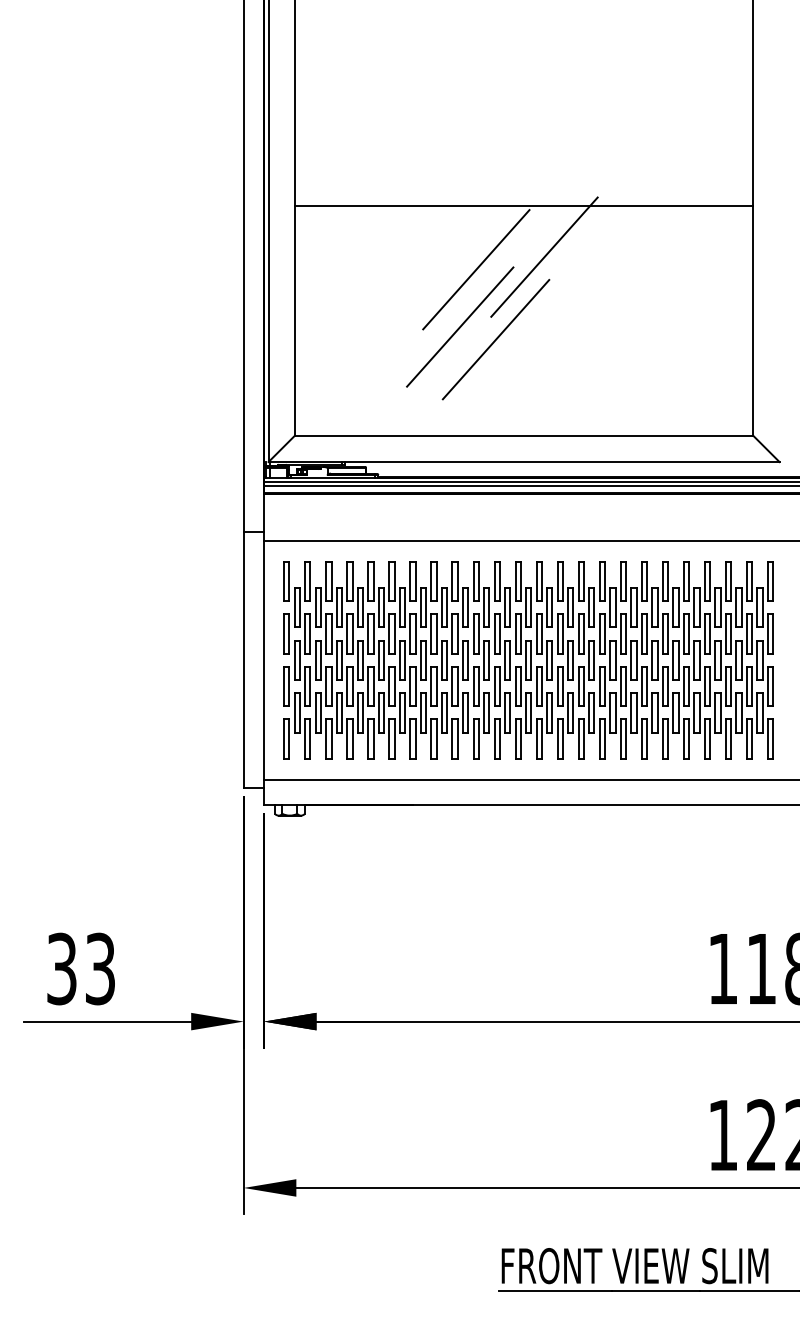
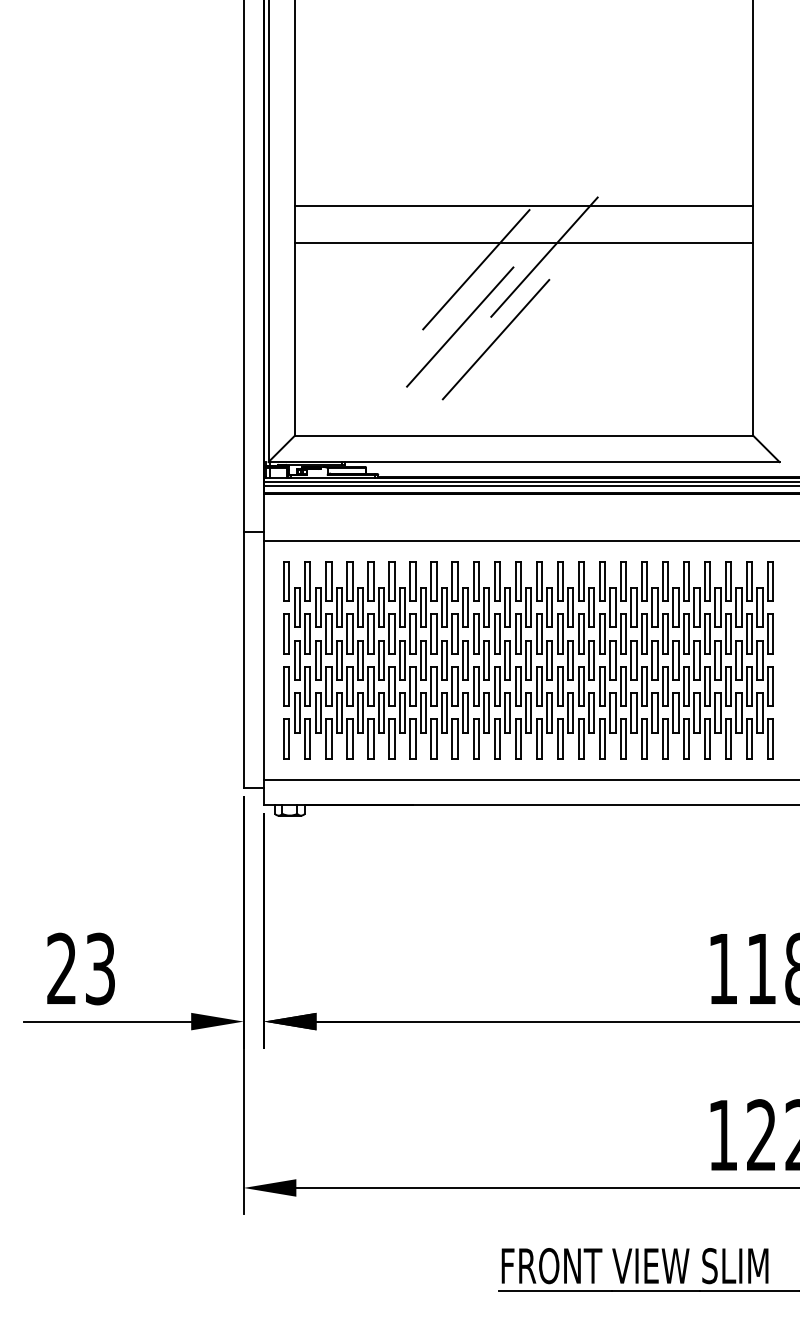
line at (523, 243): none -> present
text at (61, 968): 33 -> 23
